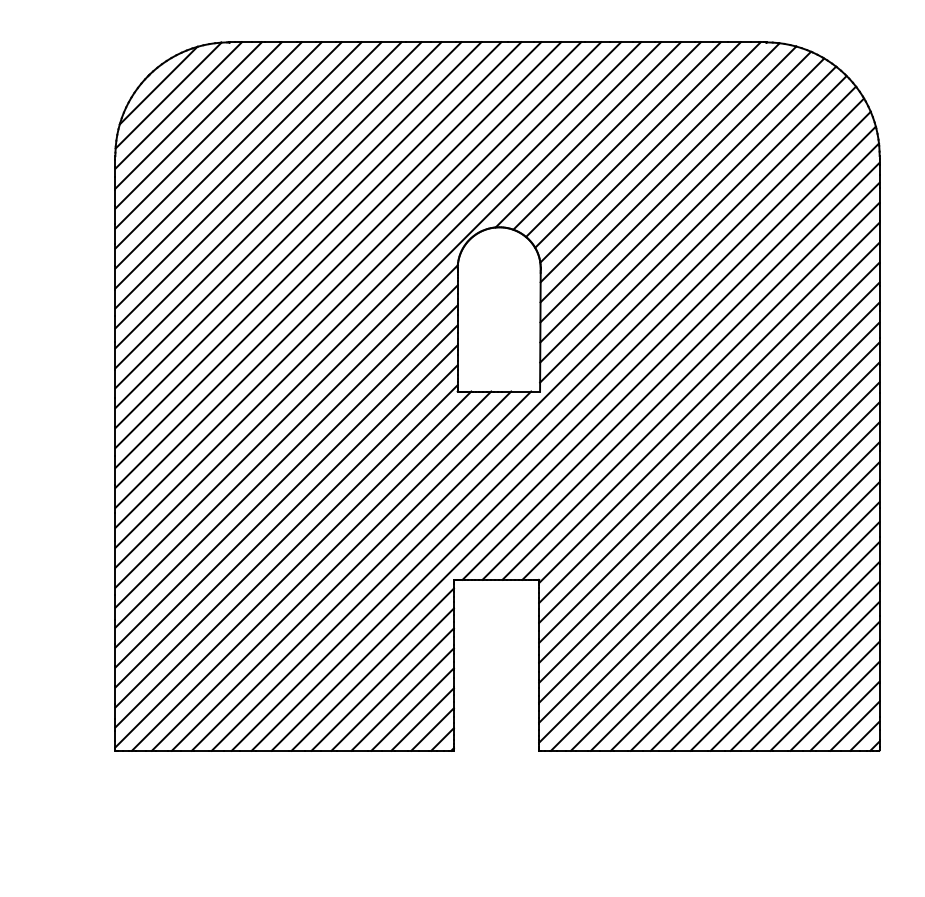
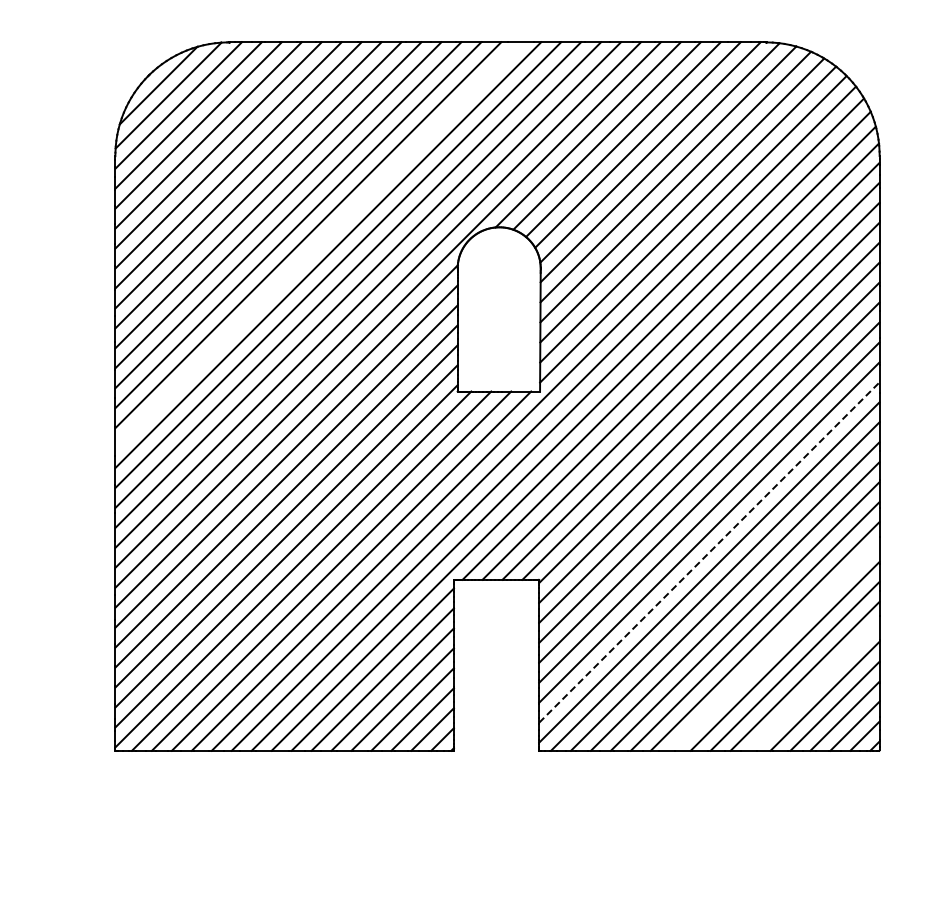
line at (318, 245): present -> none
line at (709, 552): solid -> dashed
line at (774, 645): present -> none
line at (814, 685): present -> none
